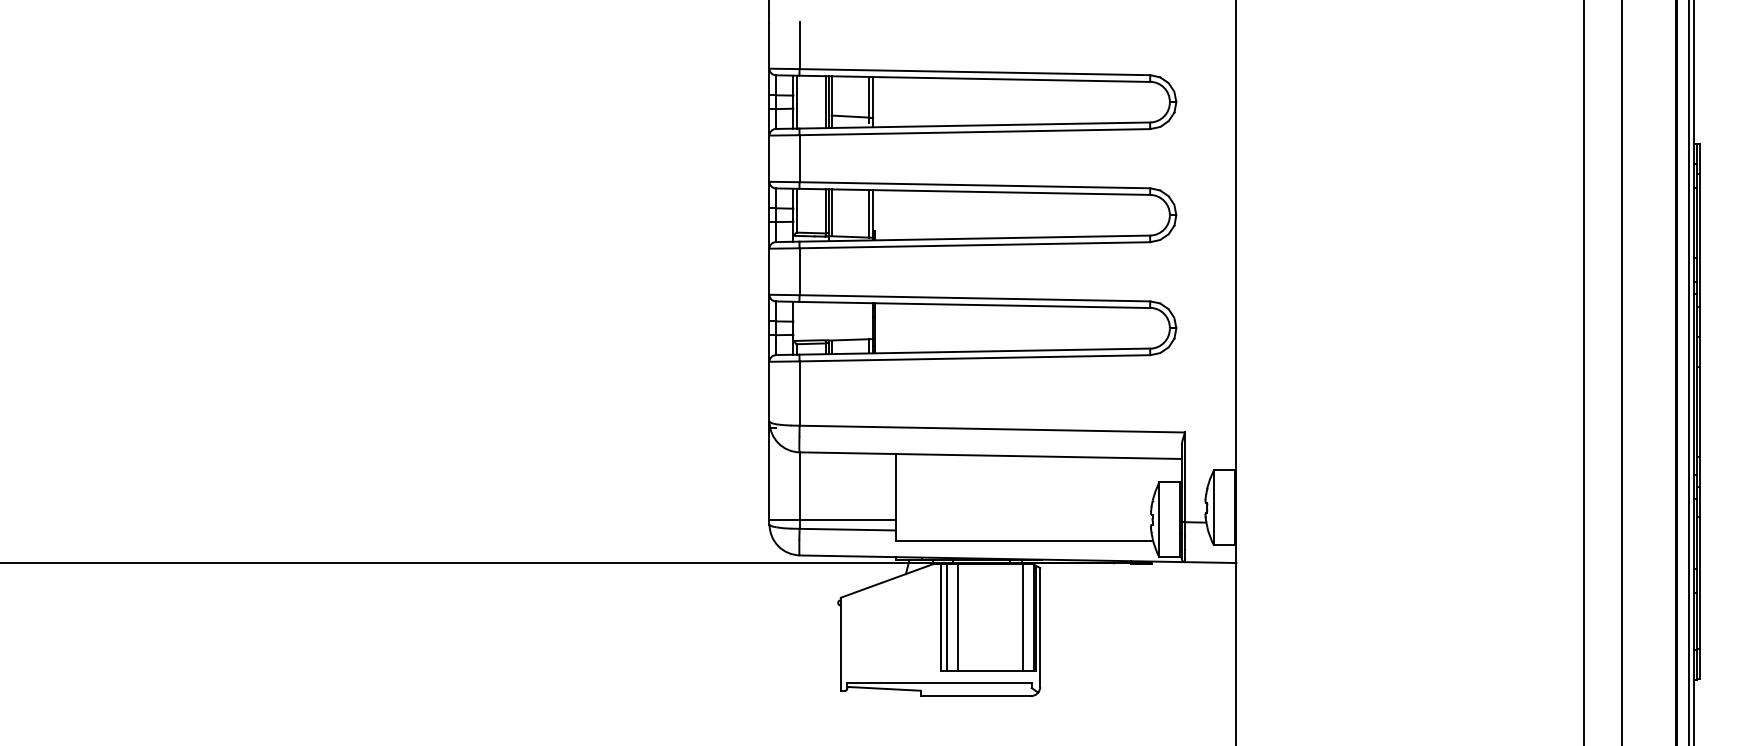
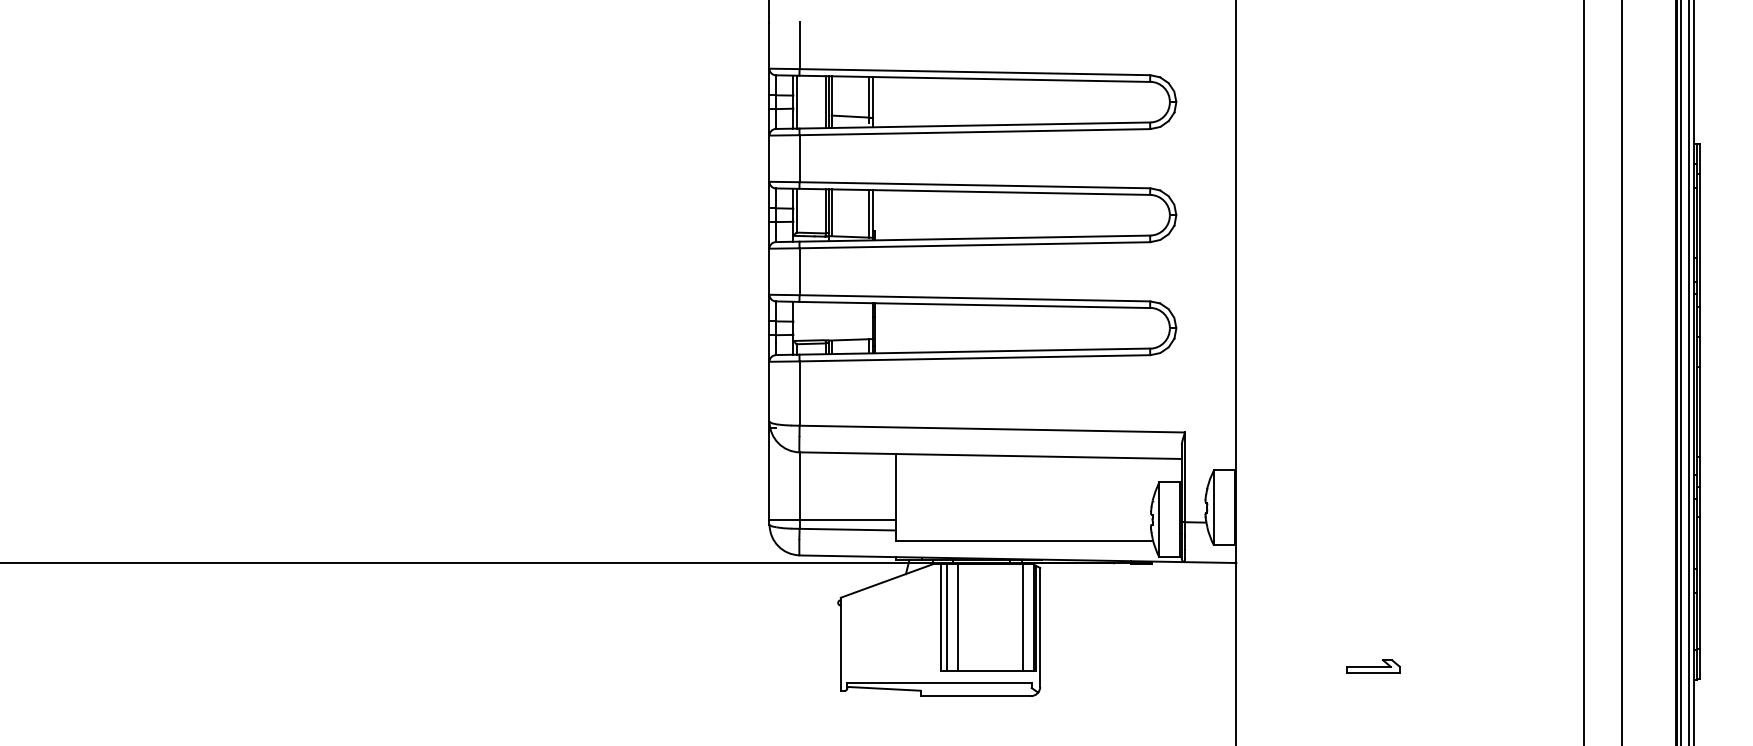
line at (1680, 372): none -> present
part at (1373, 666): none -> present
